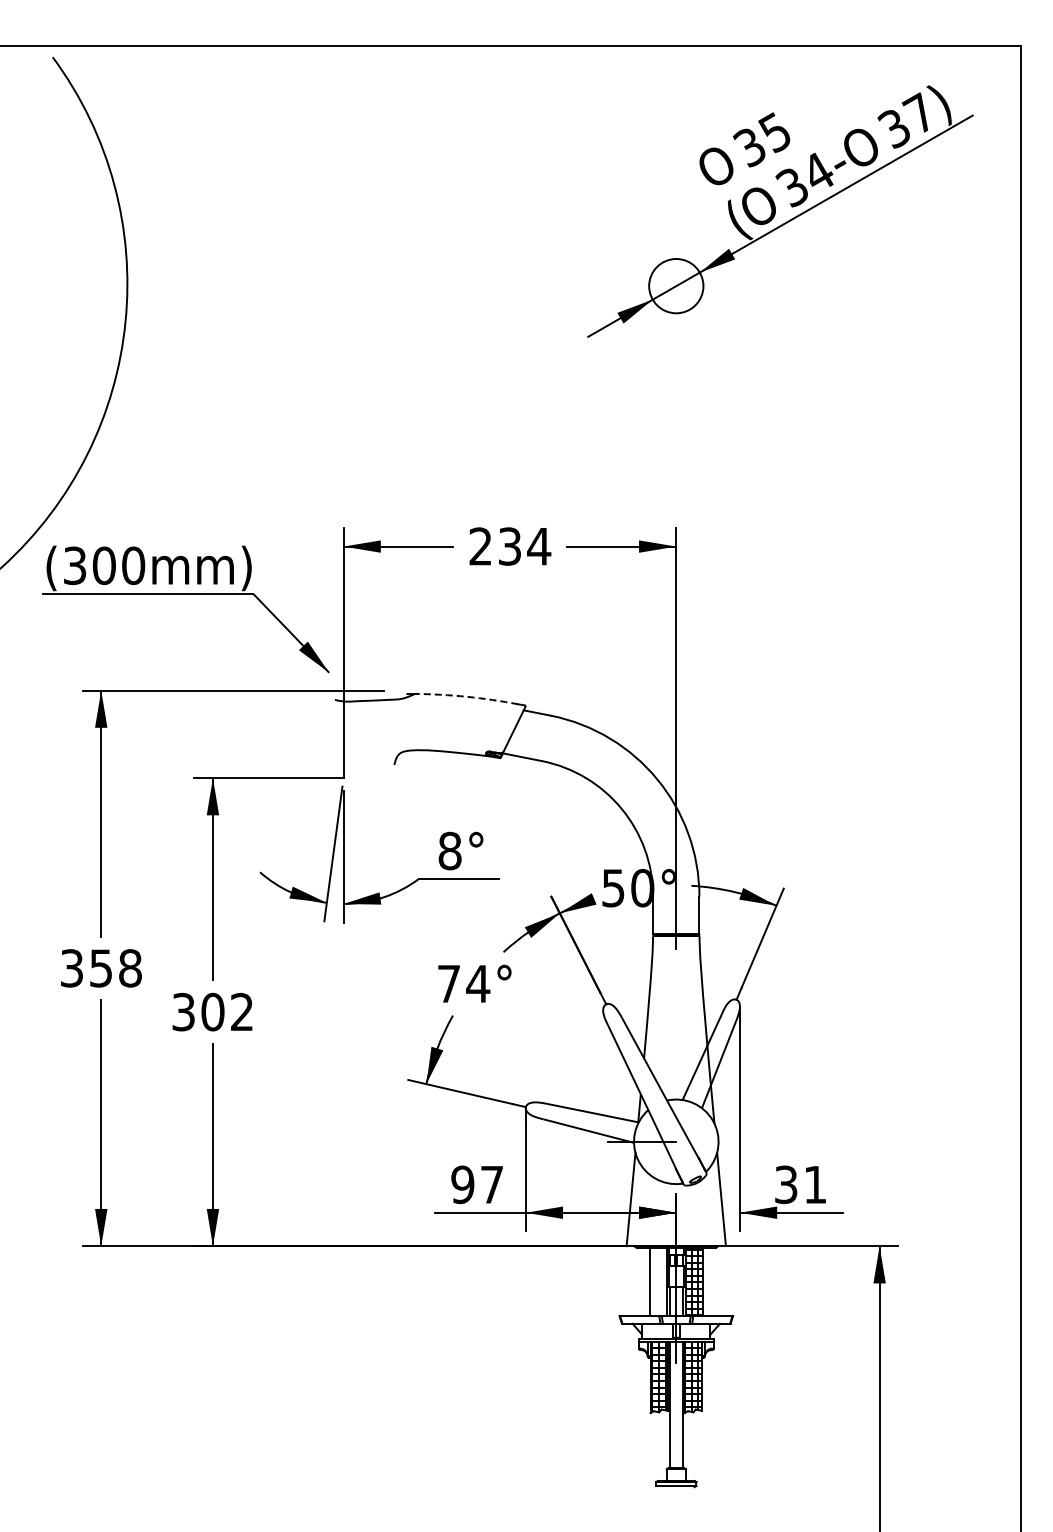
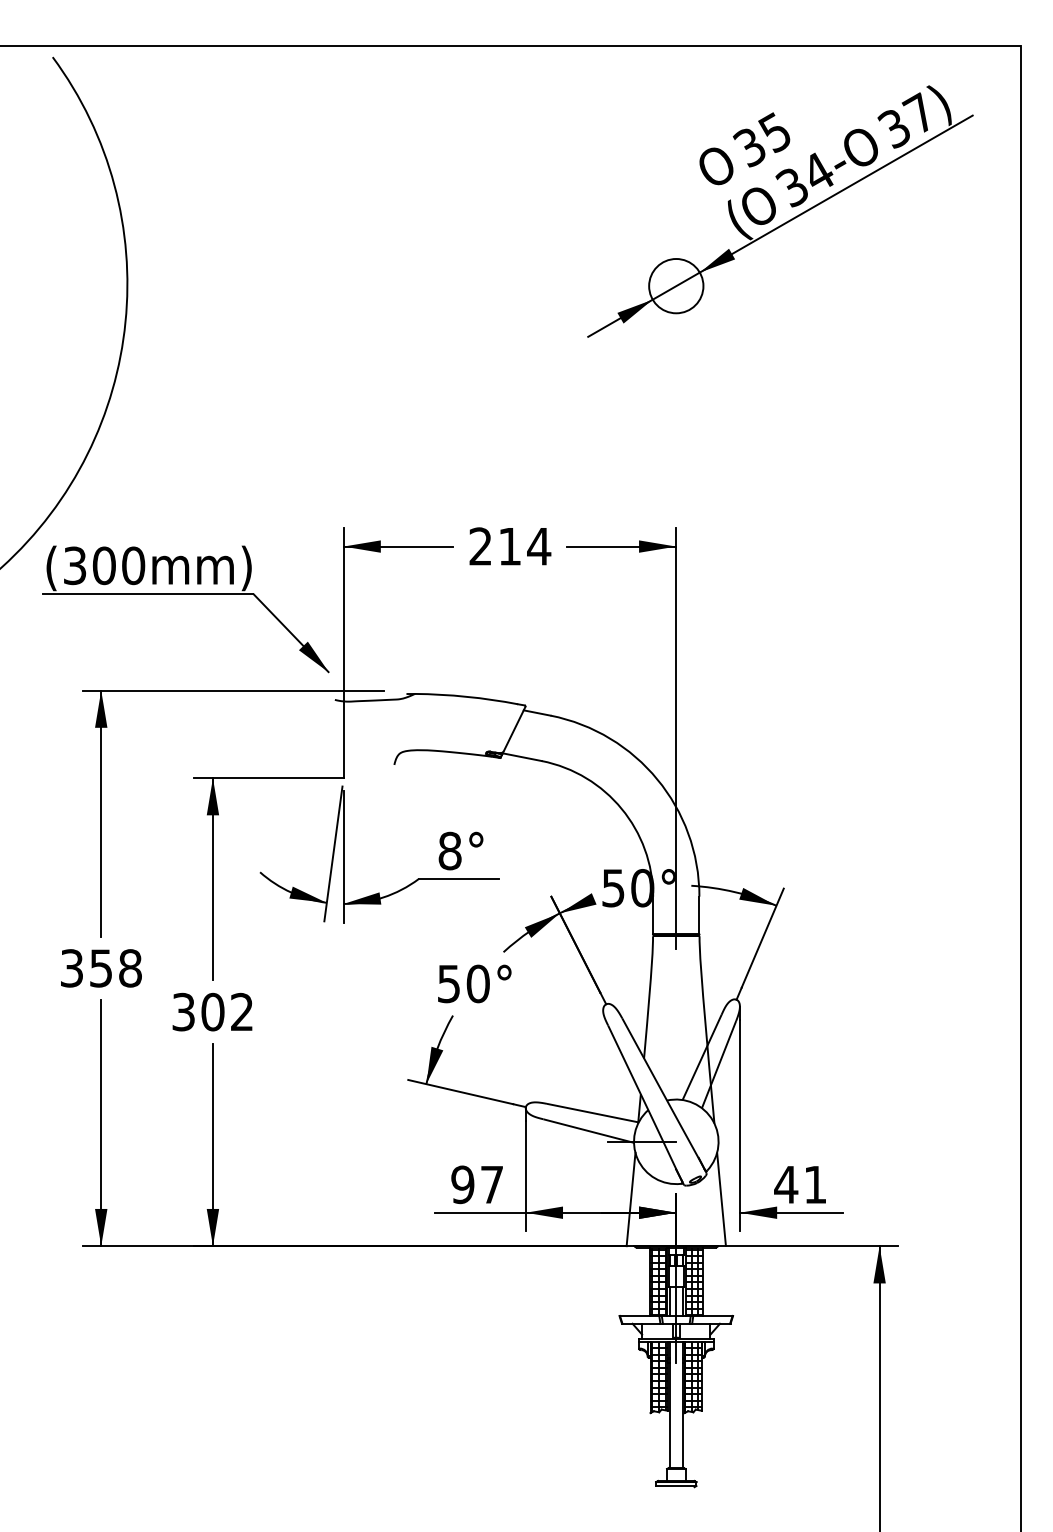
text at (509, 546): 234 -> 214
arc at (466, 696): dashed -> solid
text at (464, 983): 74° -> 50°
text at (786, 1184): 31 -> 41
hatch at (657, 1281): none -> present
